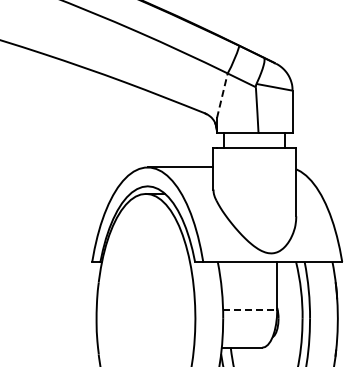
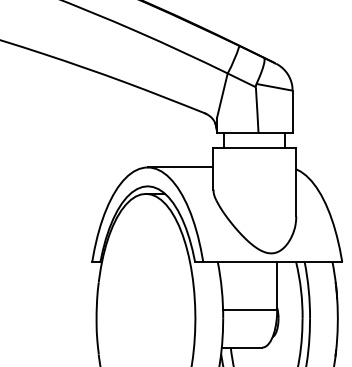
line at (222, 95): dashed -> solid
line at (250, 309): dashed -> solid
